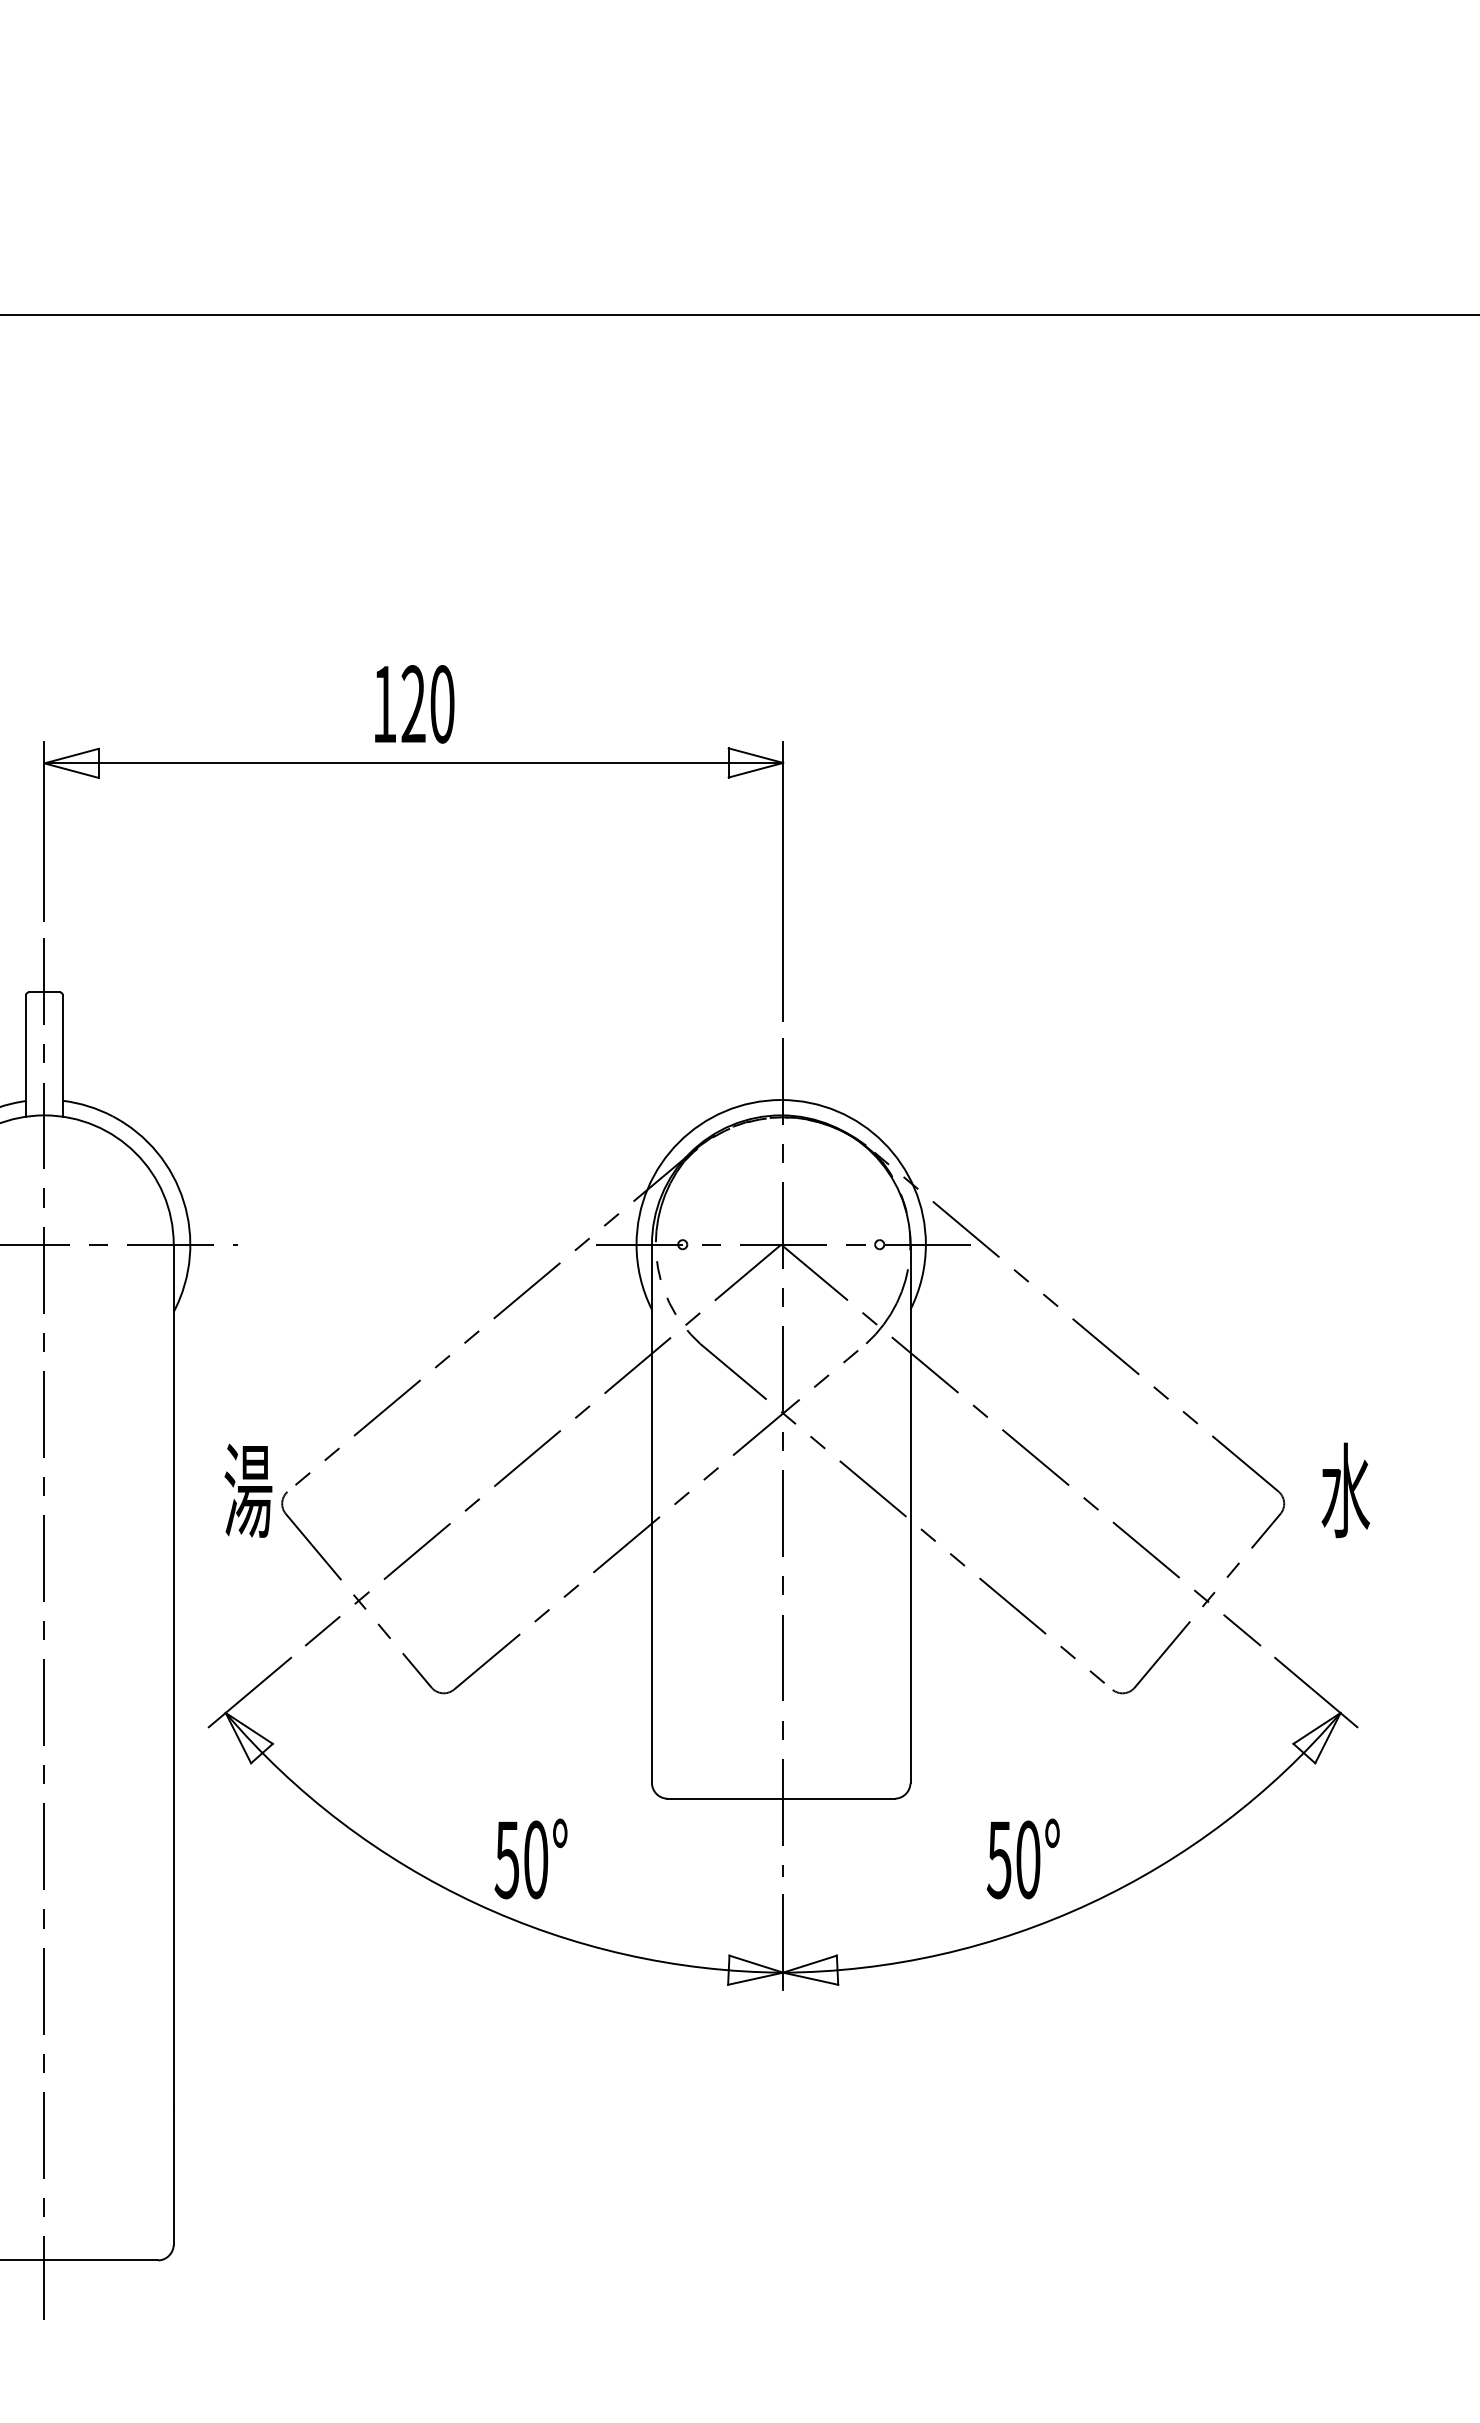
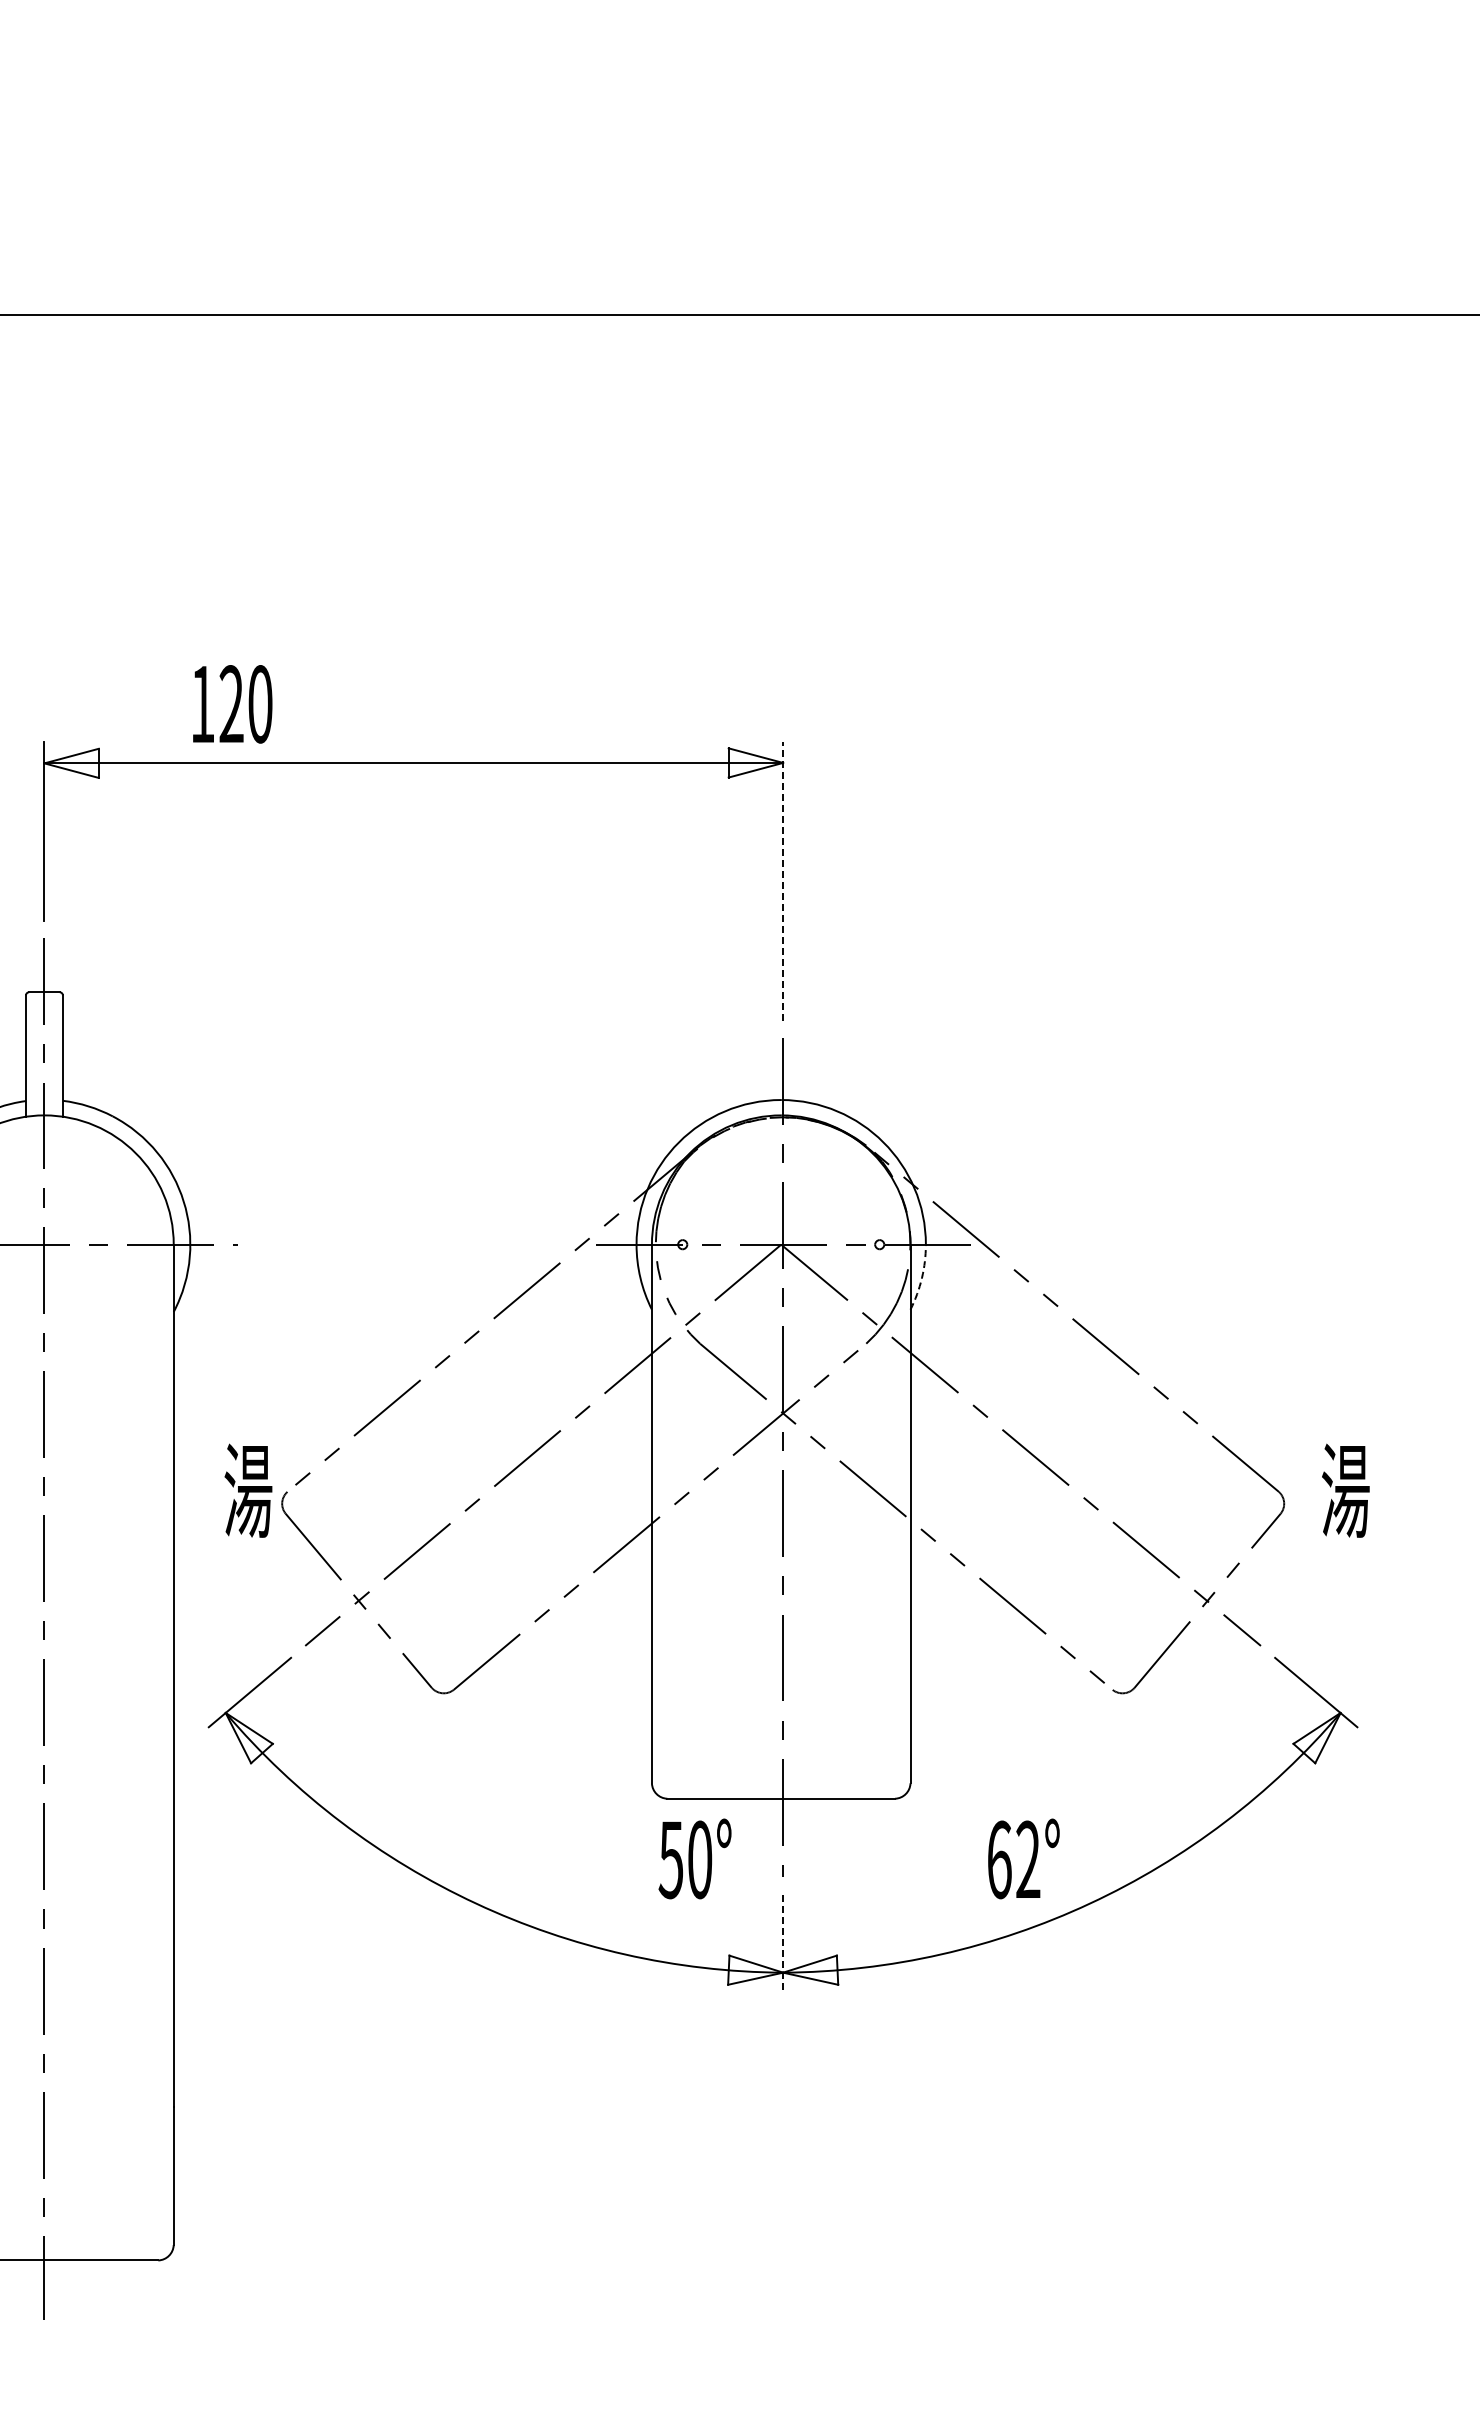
part at (414, 704) position: (414, 704) -> (232, 704)
line at (783, 880): solid -> dashed
arc at (921, 1278): solid -> dashed
text at (1345, 1490): 水 -> 湯
text at (530, 1858) position: (530, 1858) -> (694, 1858)
text at (1013, 1859): 50° -> 62°
line at (783, 1942): solid -> dashed
